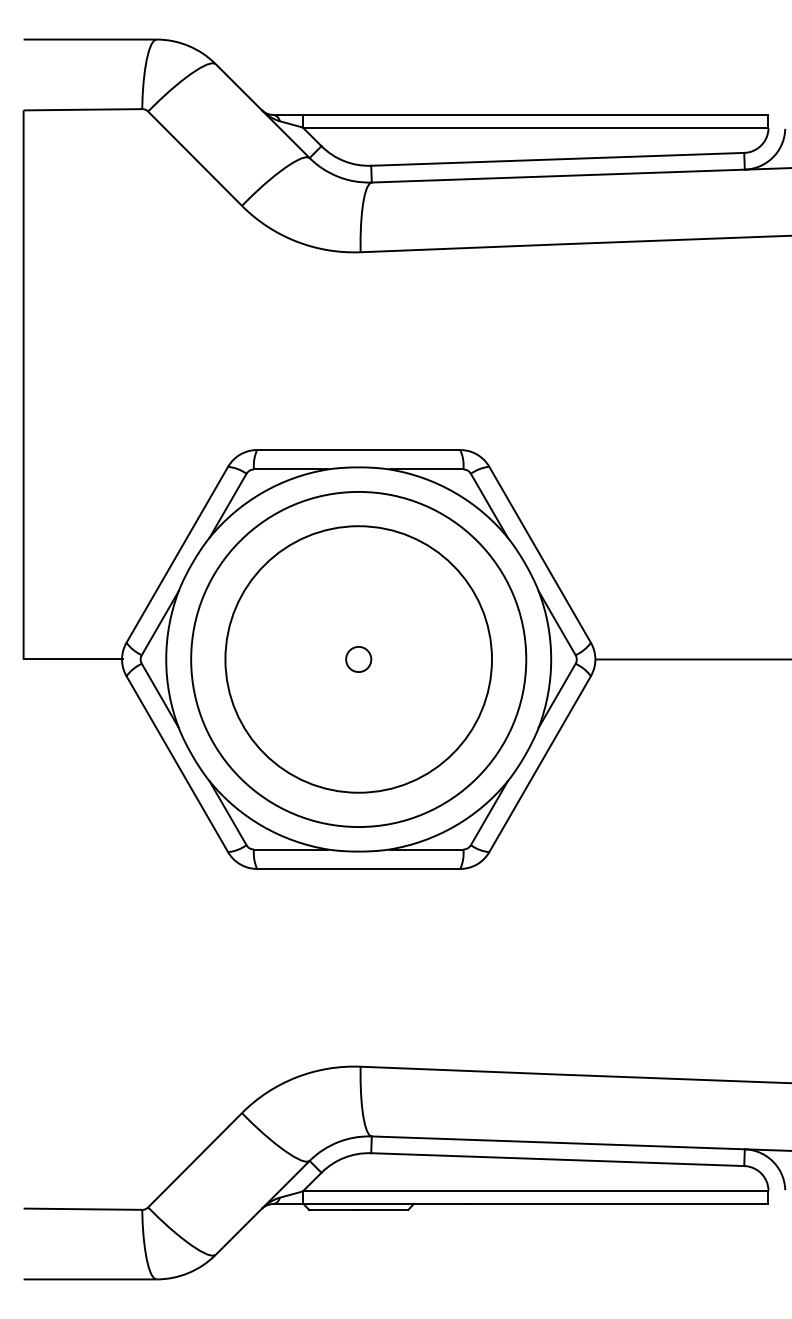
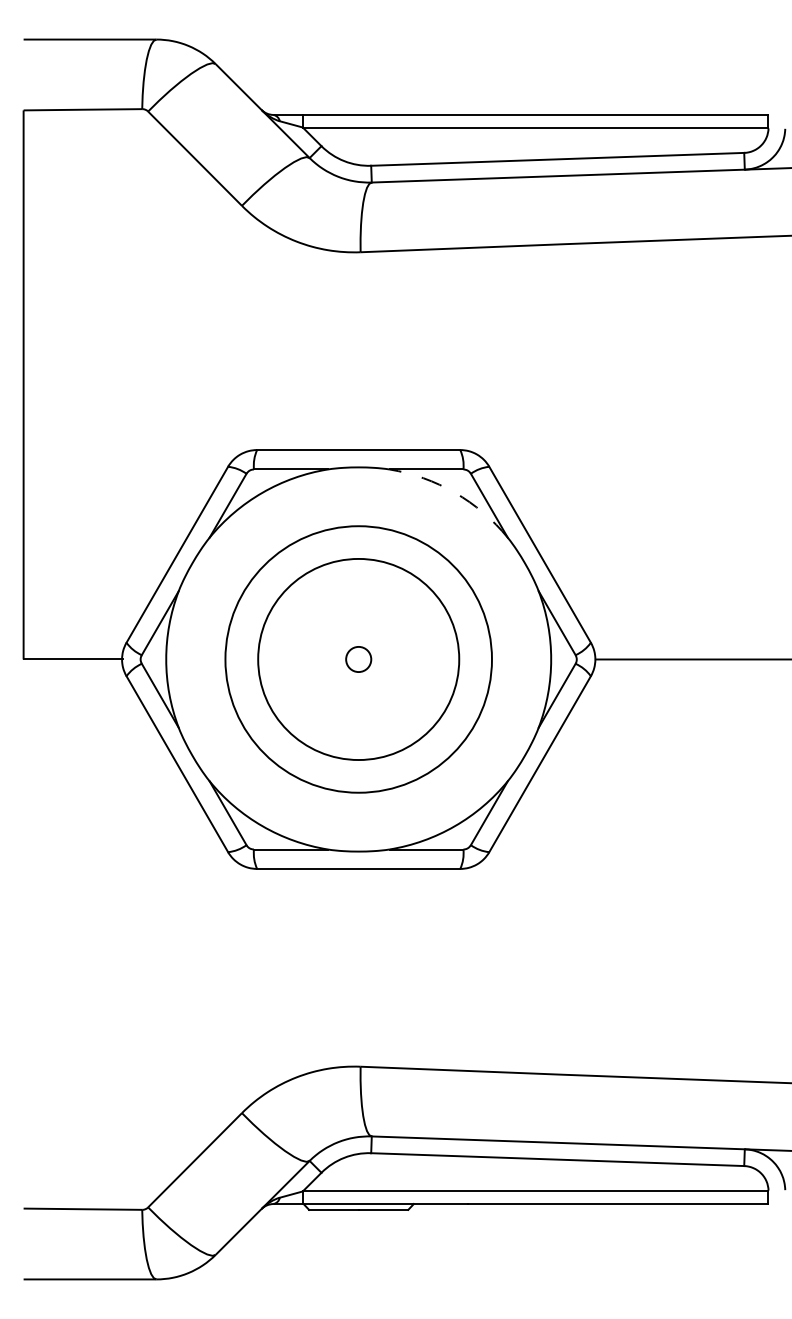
arc at (454, 492): solid -> dashed
circle at (358, 659) diameter: 335 px -> 201 px
